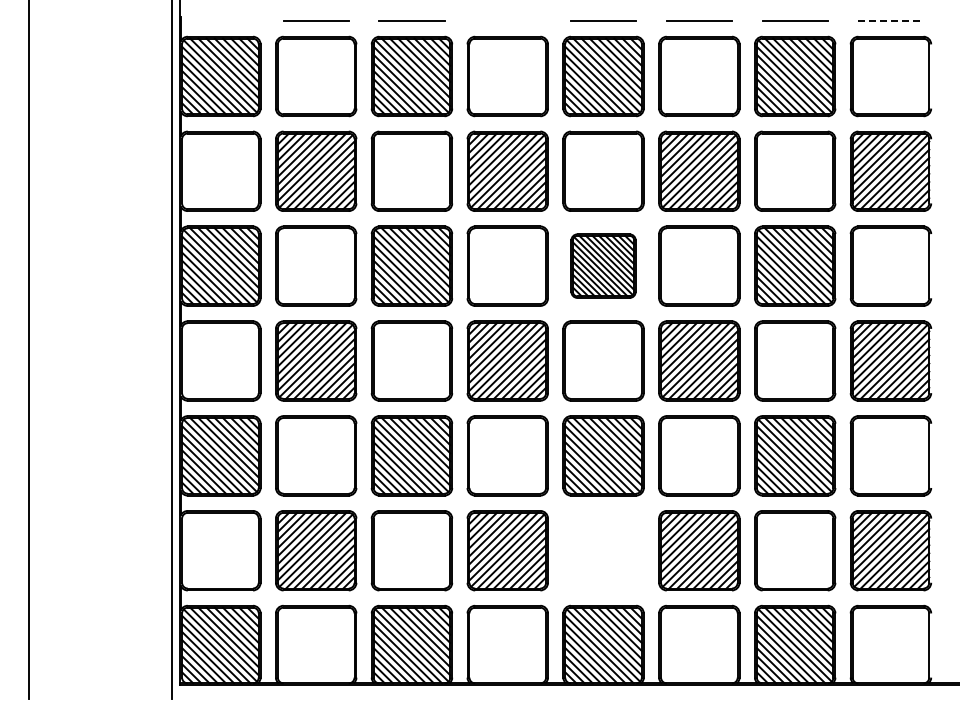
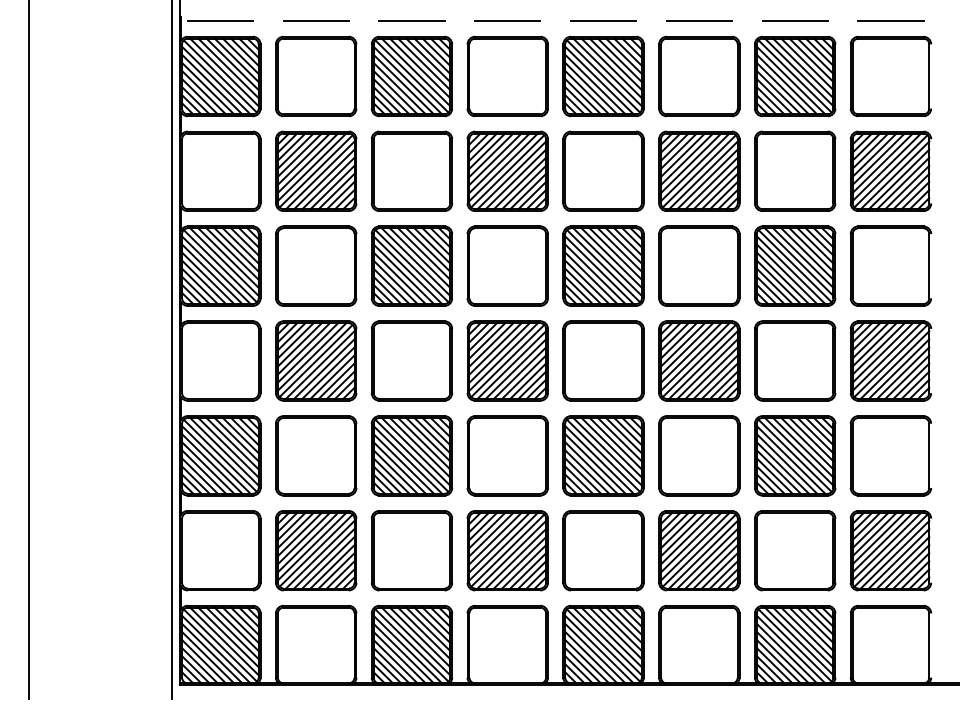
line at (219, 21): none -> present
line at (507, 21): none -> present
line at (890, 21): dashed -> solid
part at (603, 265) size: 67x66 px -> 83x82 px
part at (603, 550): none -> present
